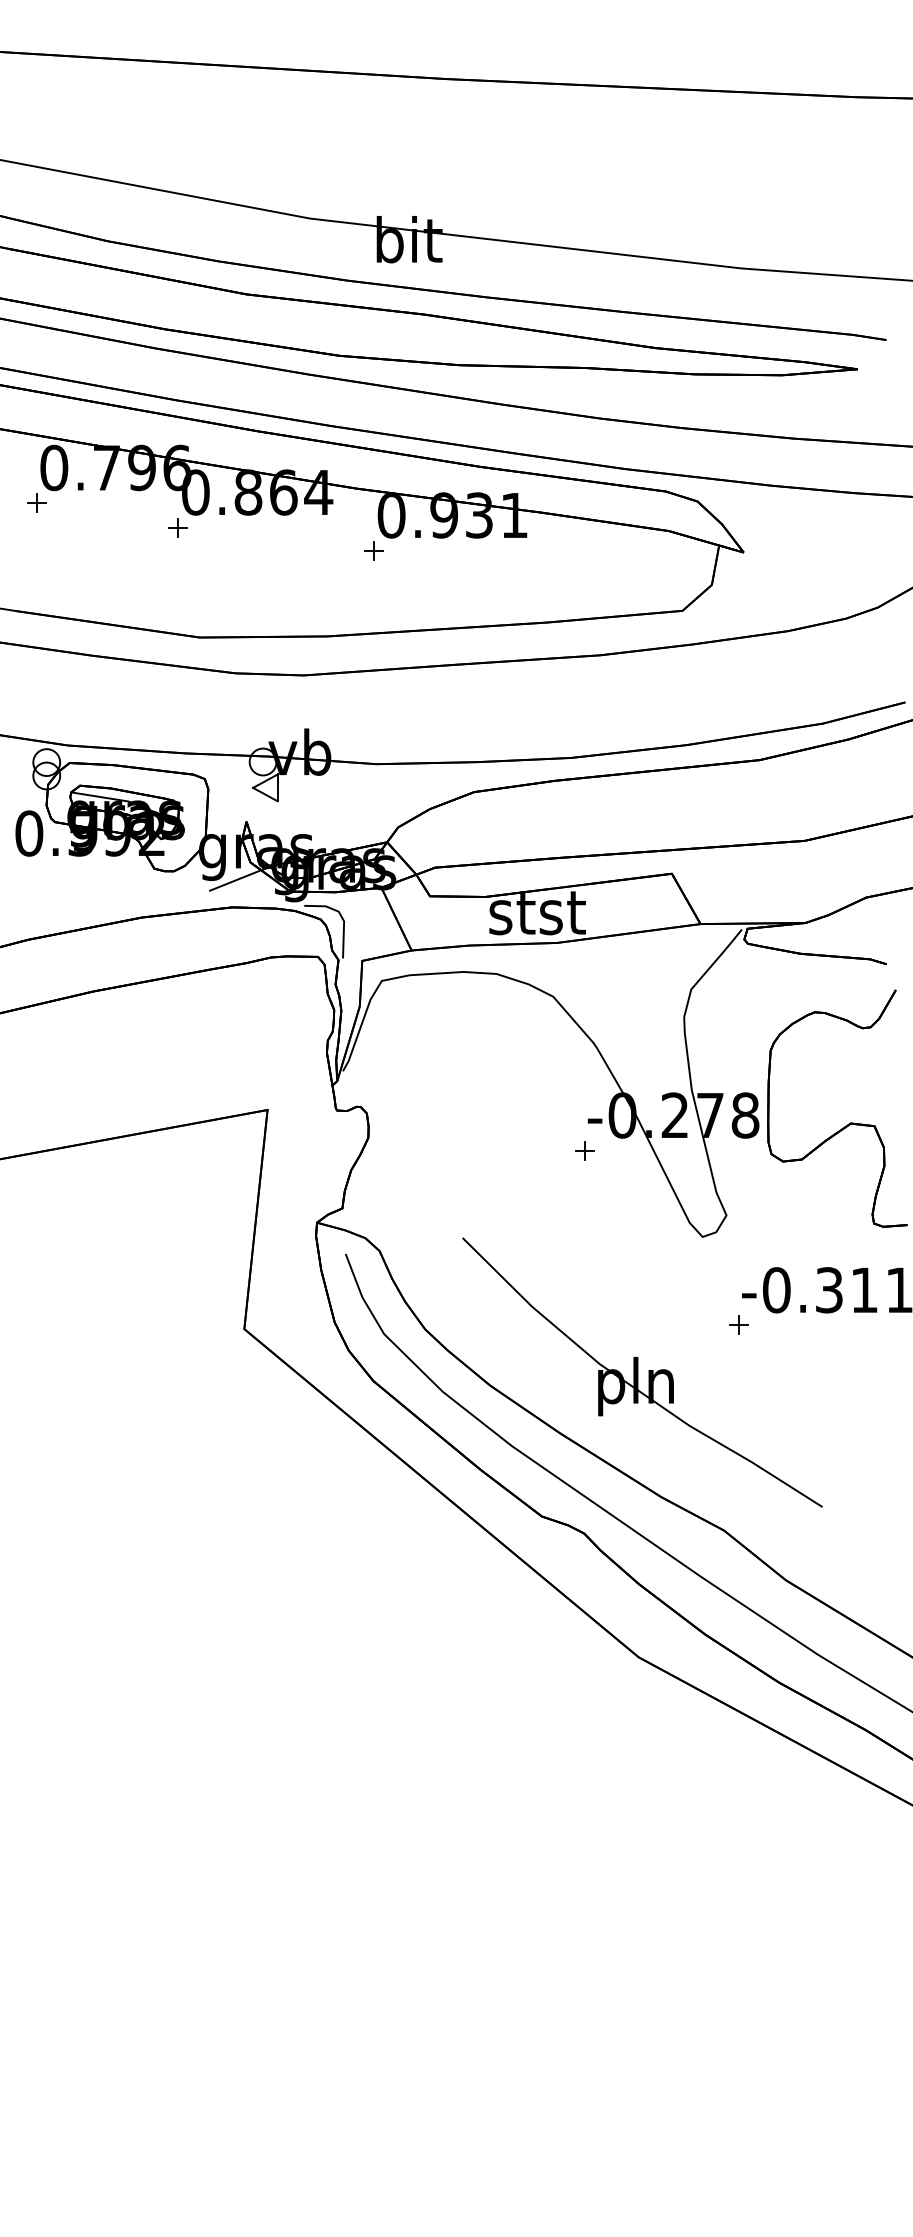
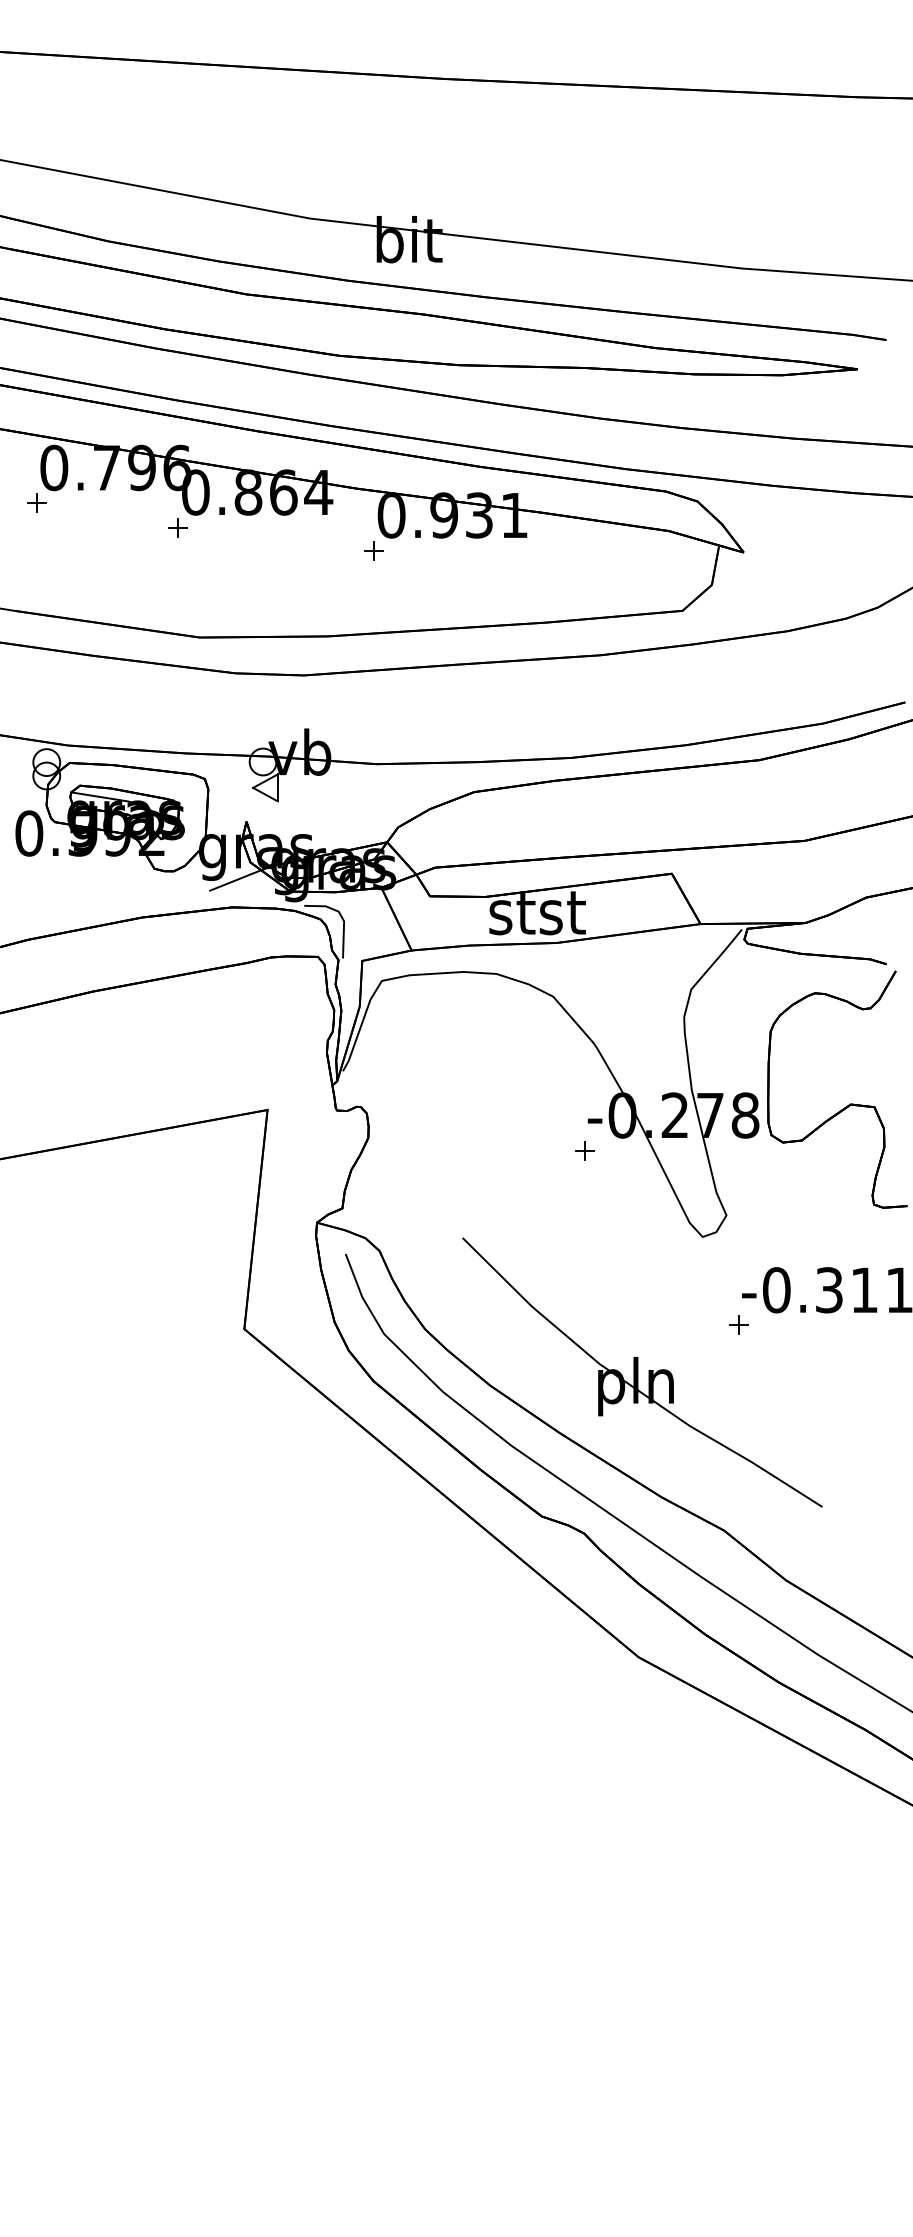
part at (848, 1123) position: (848, 1123) -> (848, 1104)
